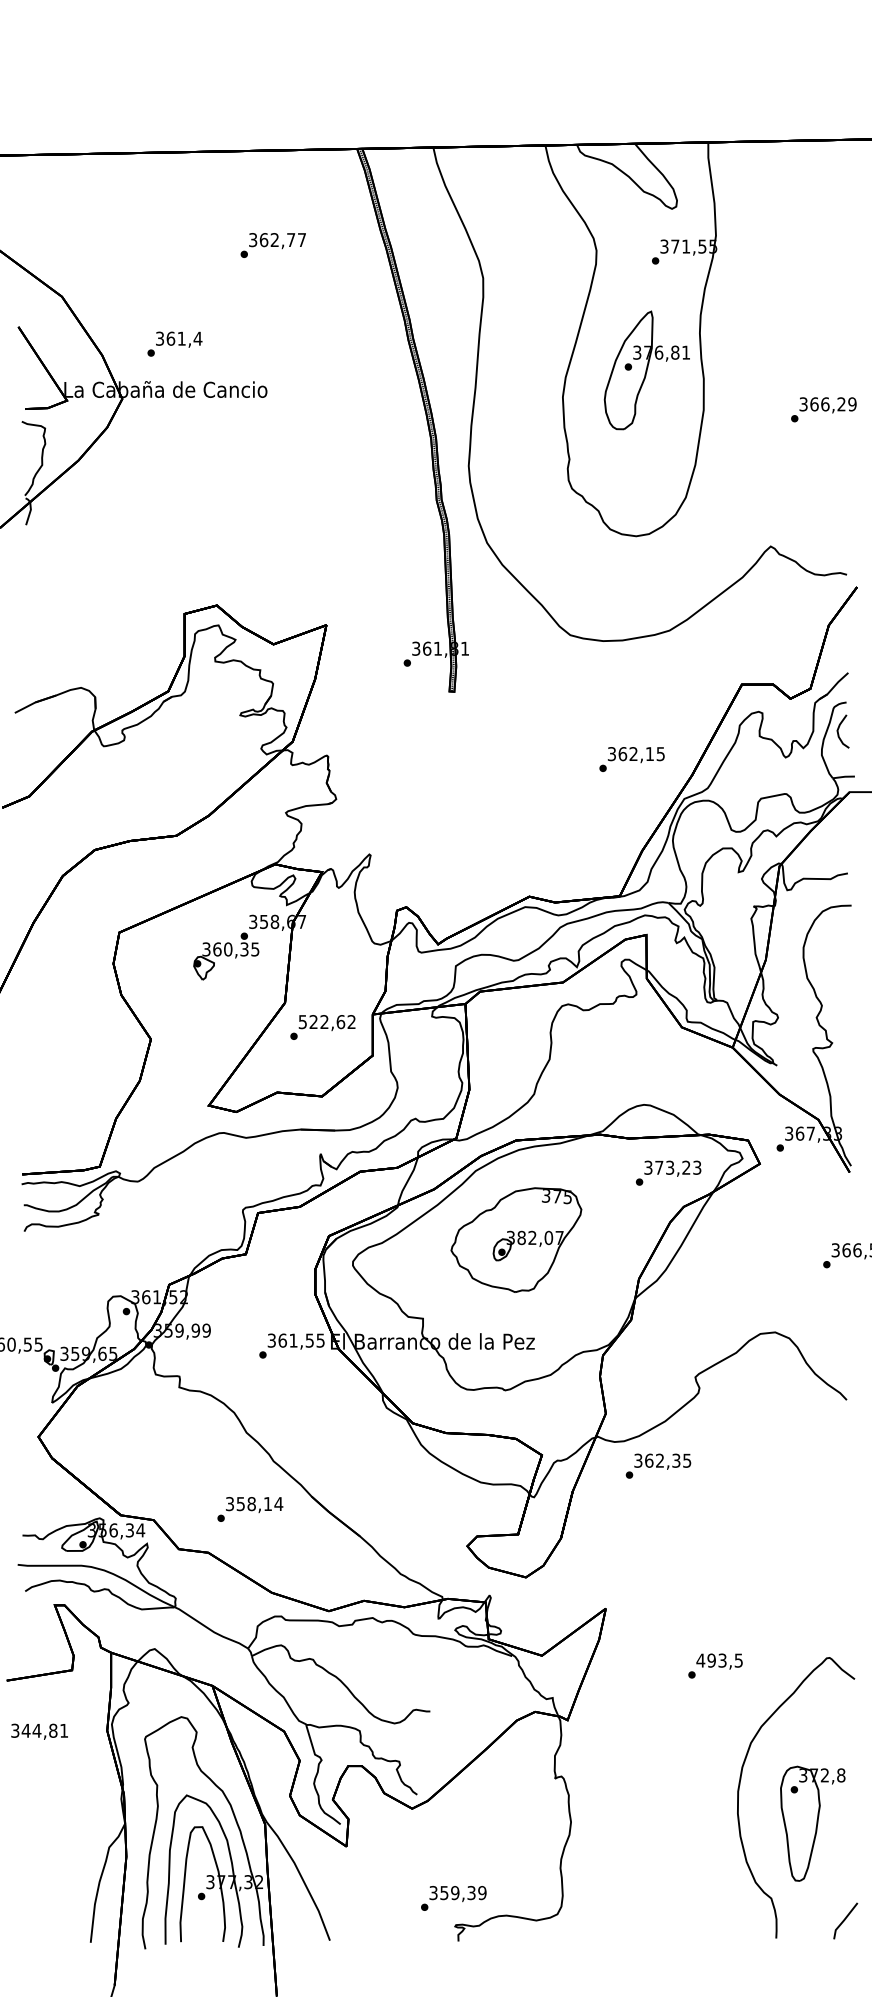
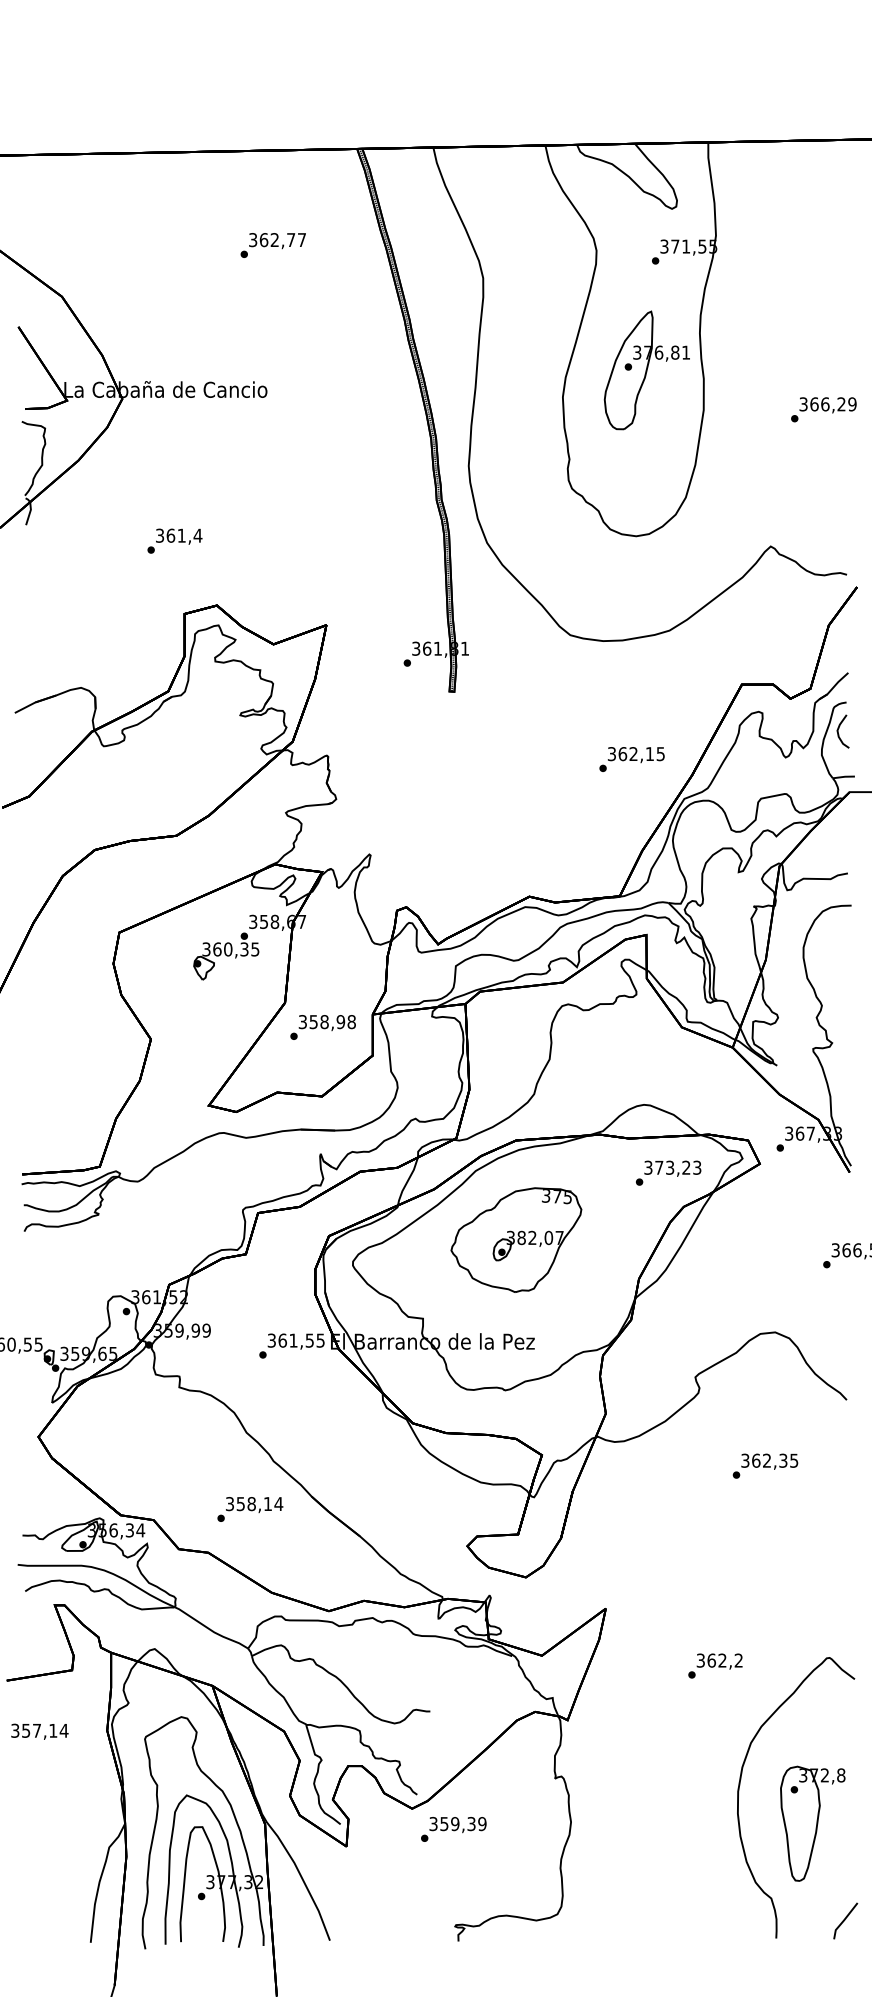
text at (174, 343) position: (174, 343) -> (174, 540)
text at (327, 1022): 522,62 -> 358,98
text at (658, 1465) position: (658, 1465) -> (765, 1465)
text at (719, 1660): 493,5 -> 362,2
text at (44, 1730): 344,81 -> 357,14
text at (453, 1898) position: (453, 1898) -> (453, 1829)
